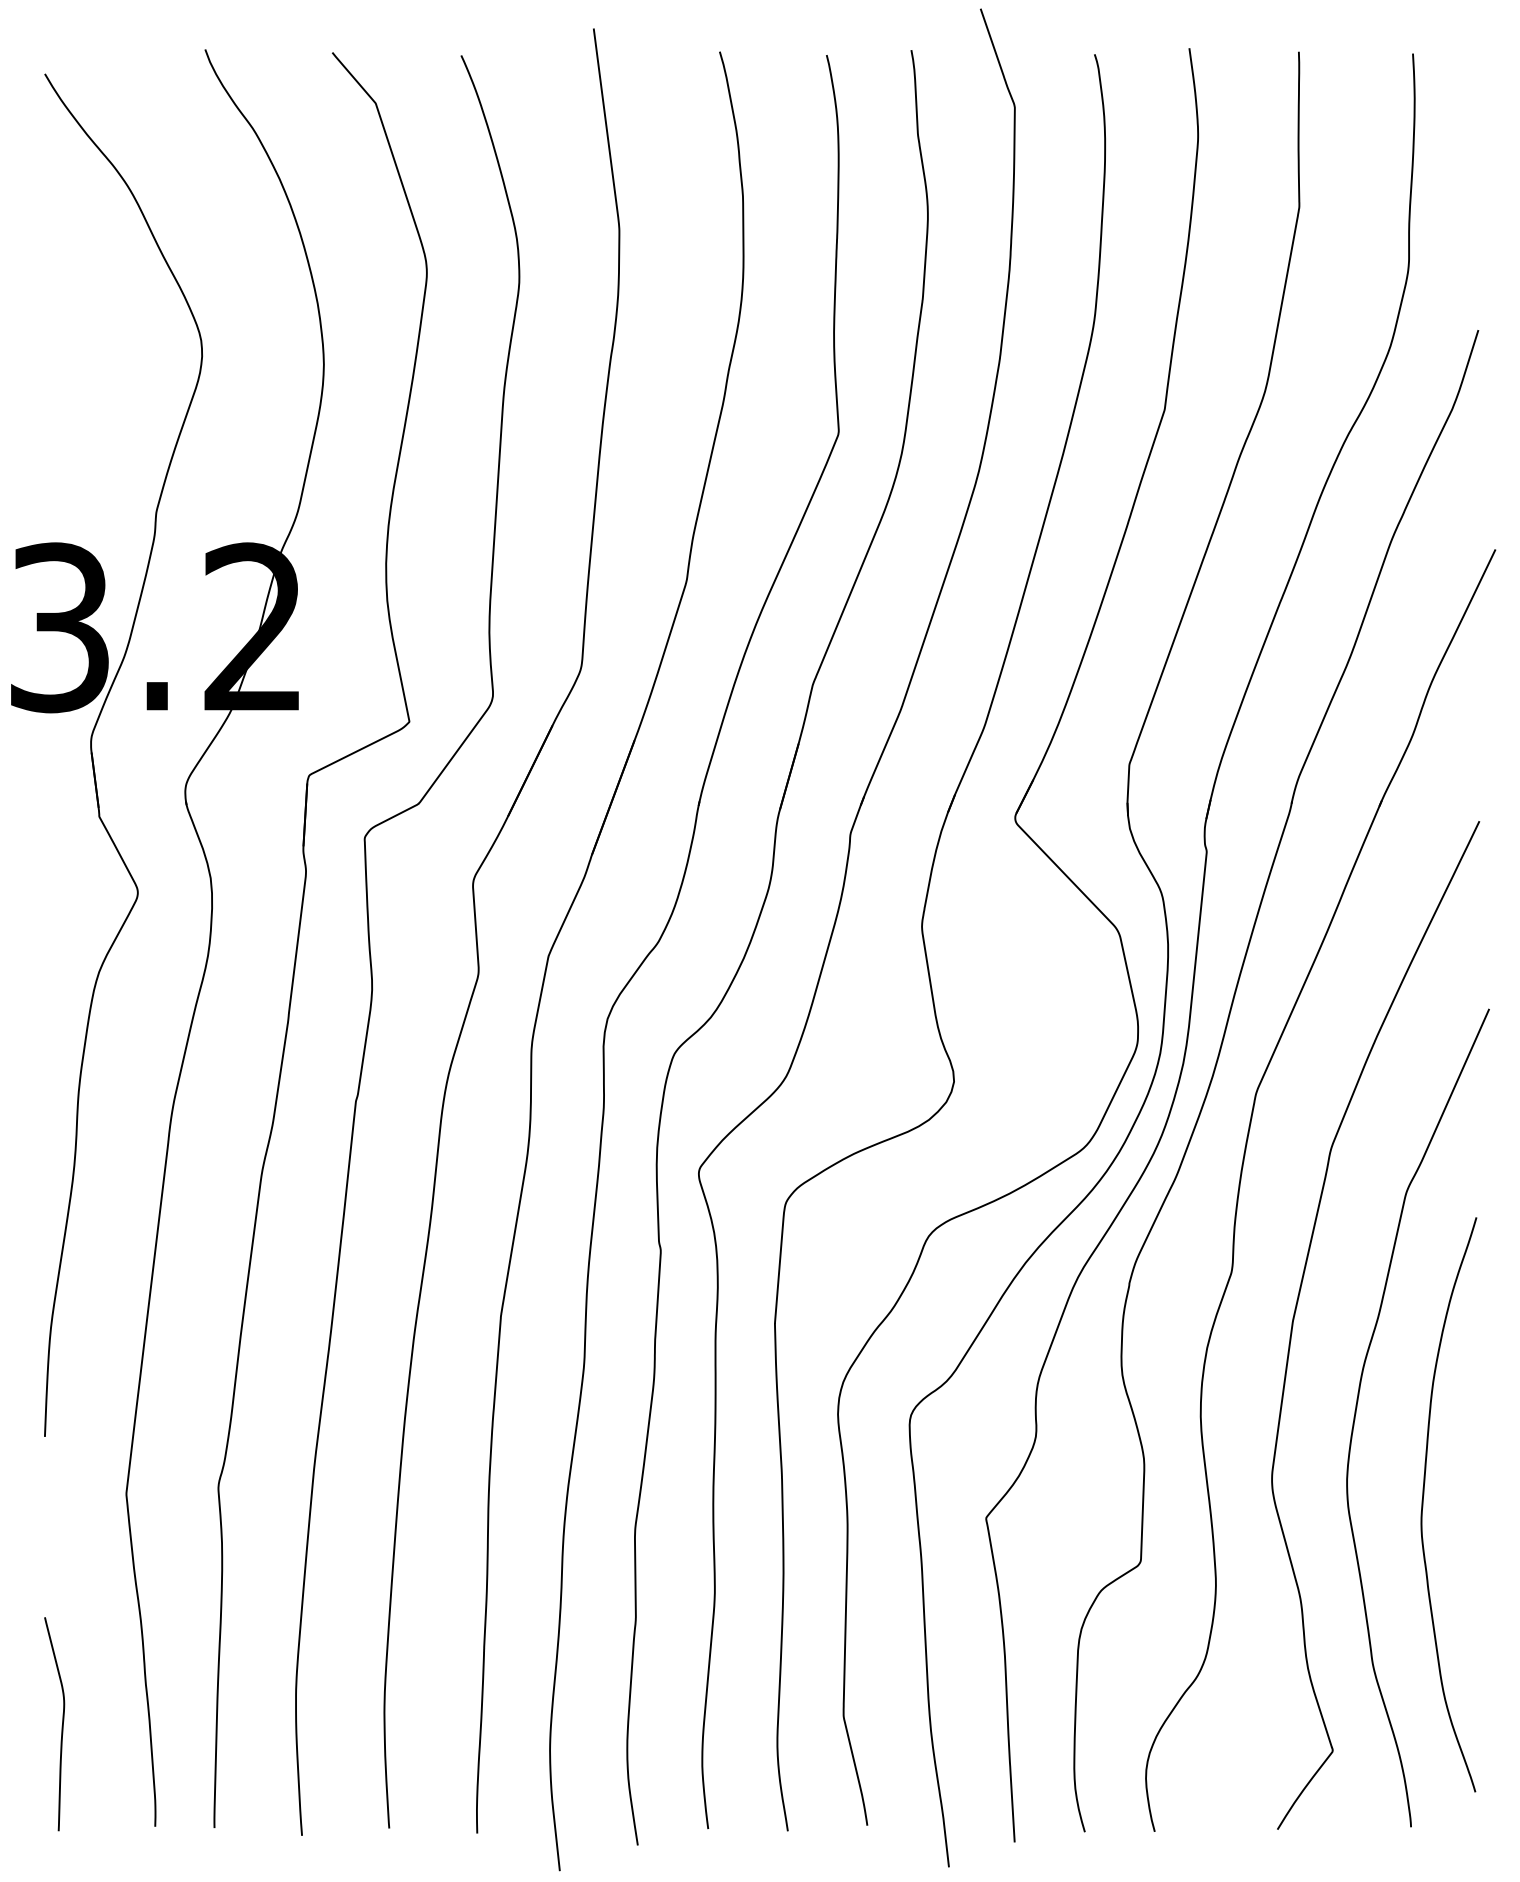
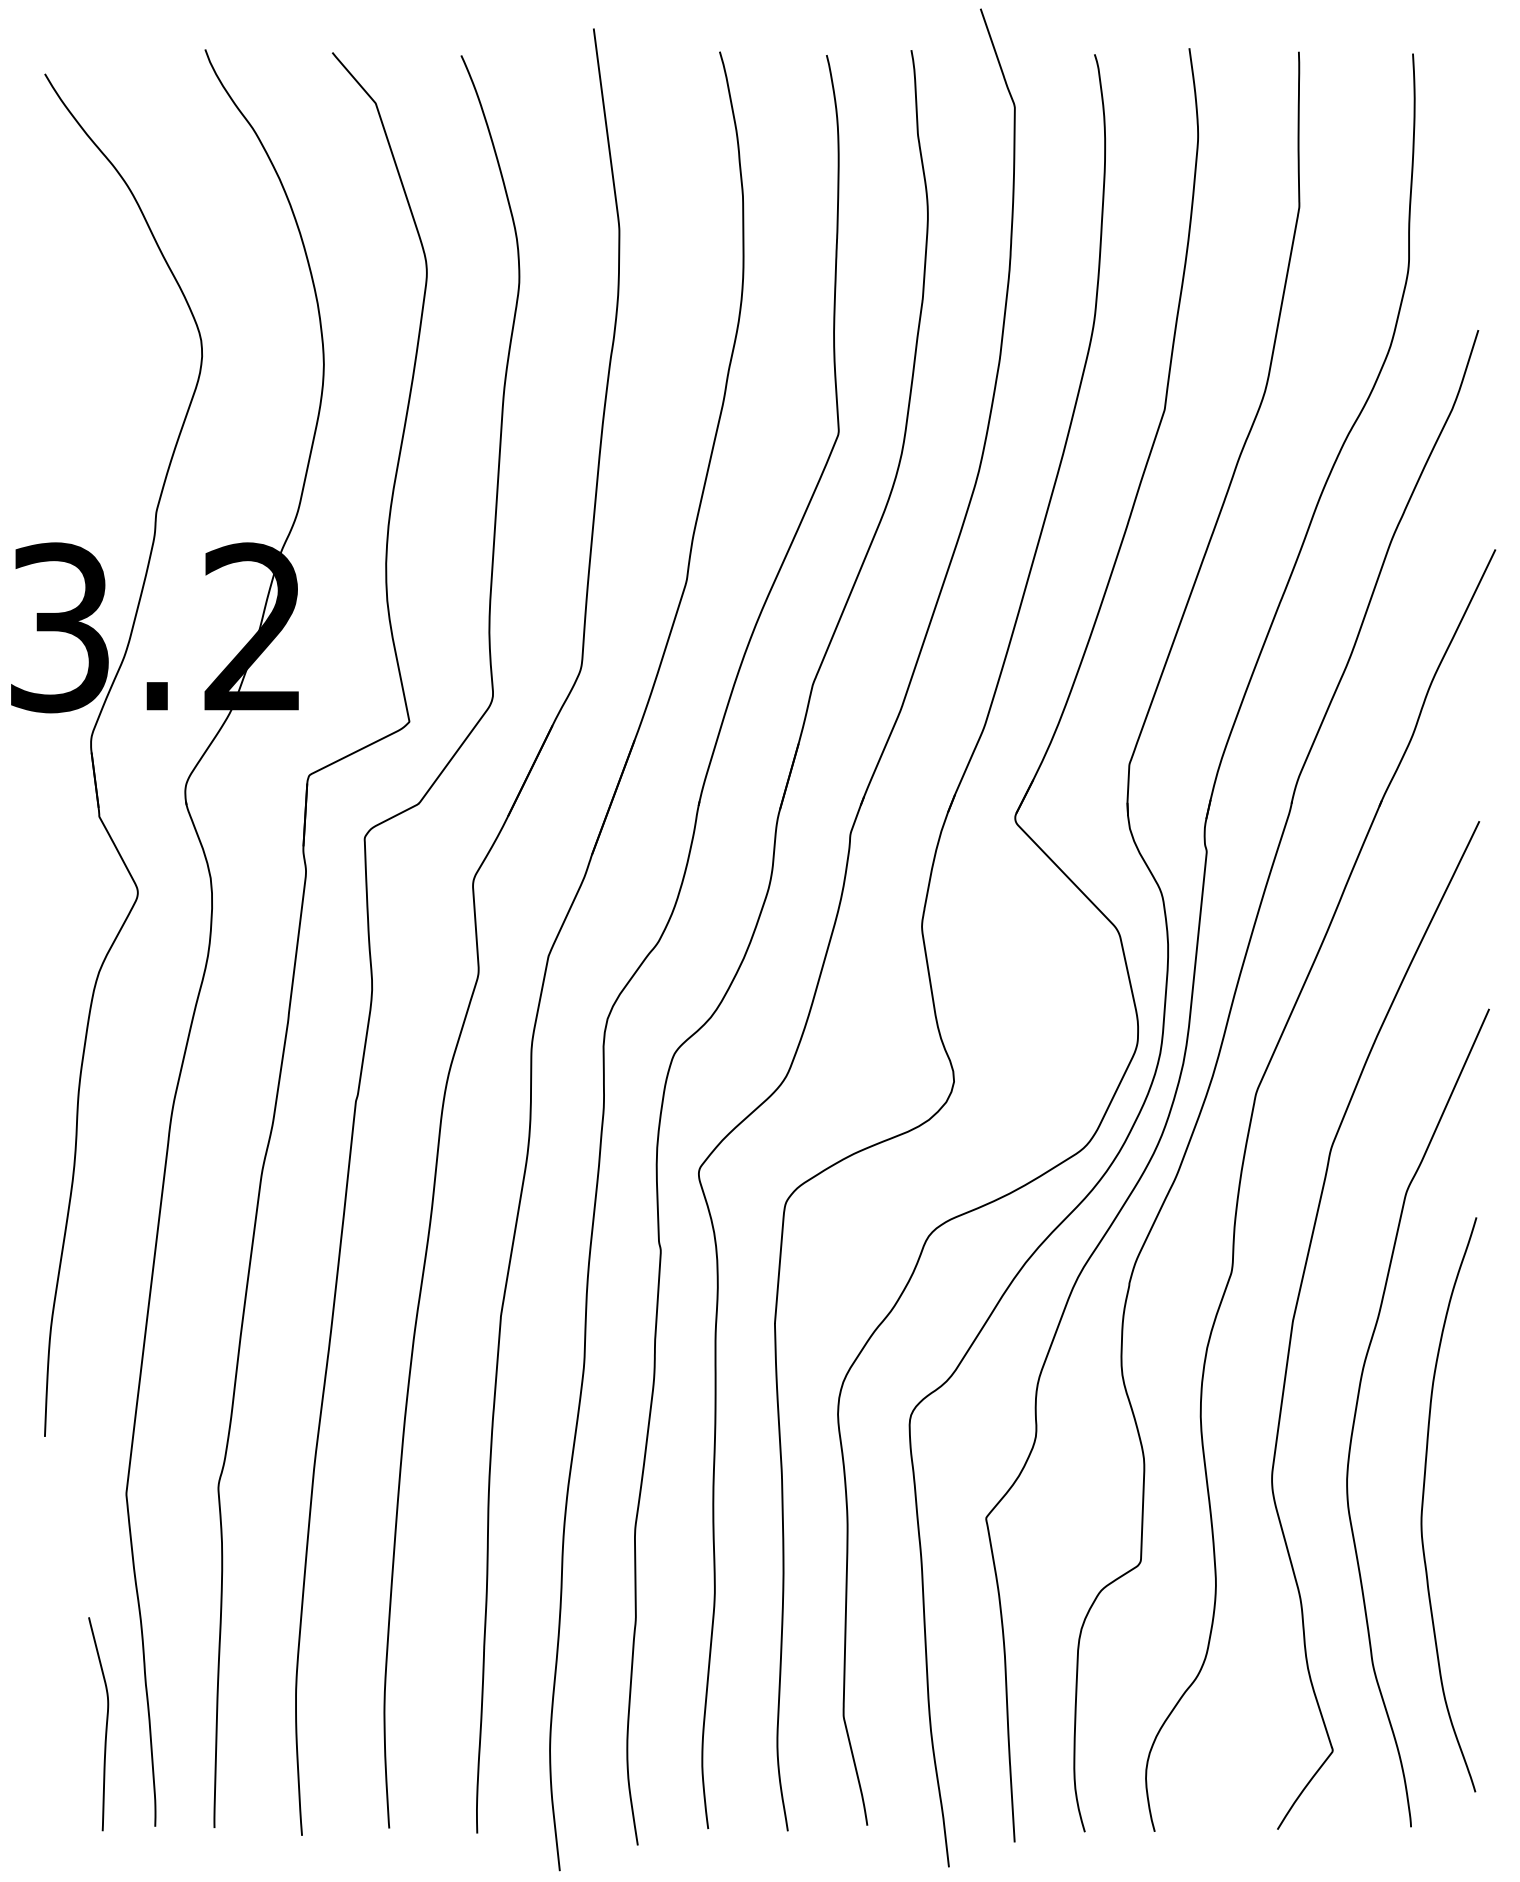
curve at (61, 1725) position: (61, 1725) -> (105, 1725)
